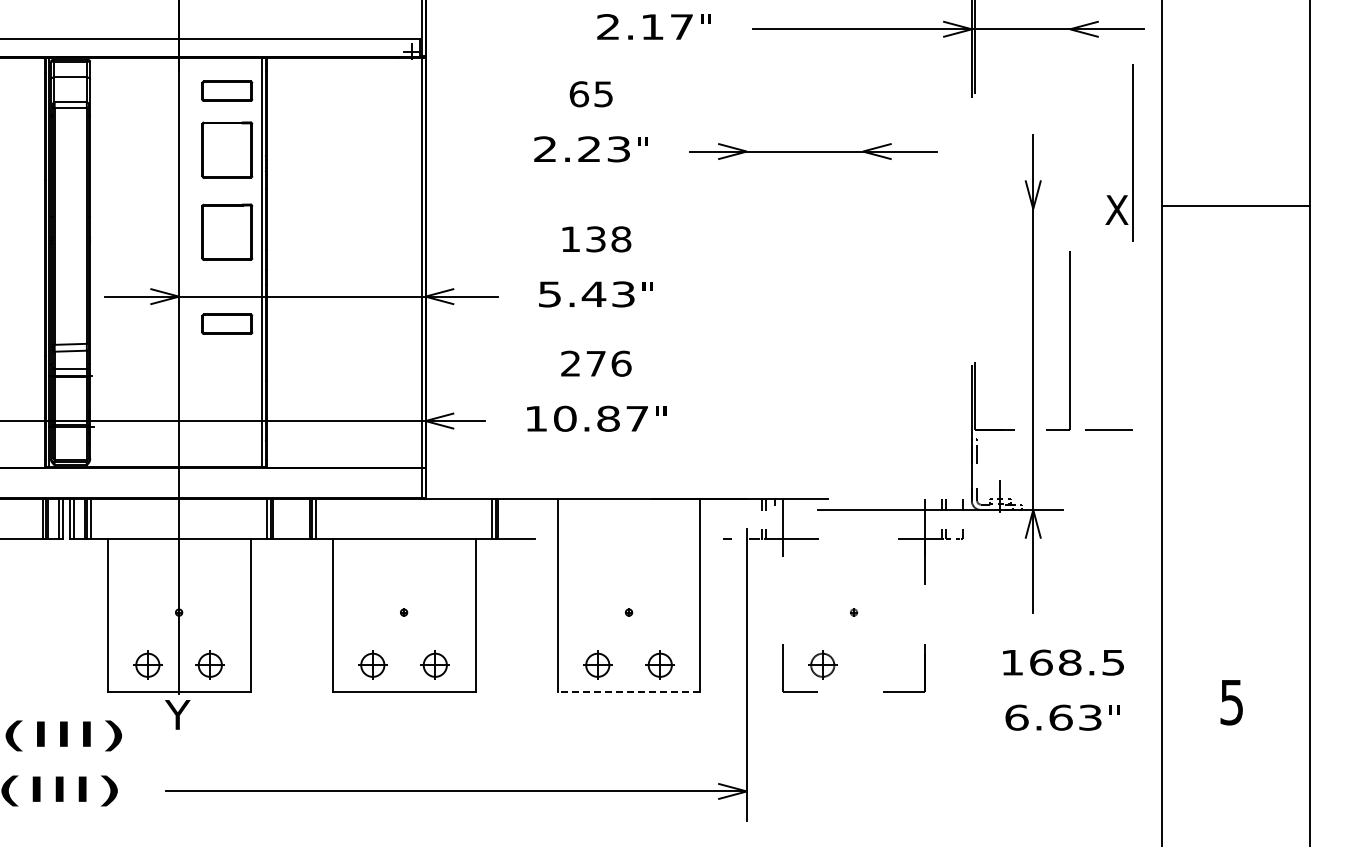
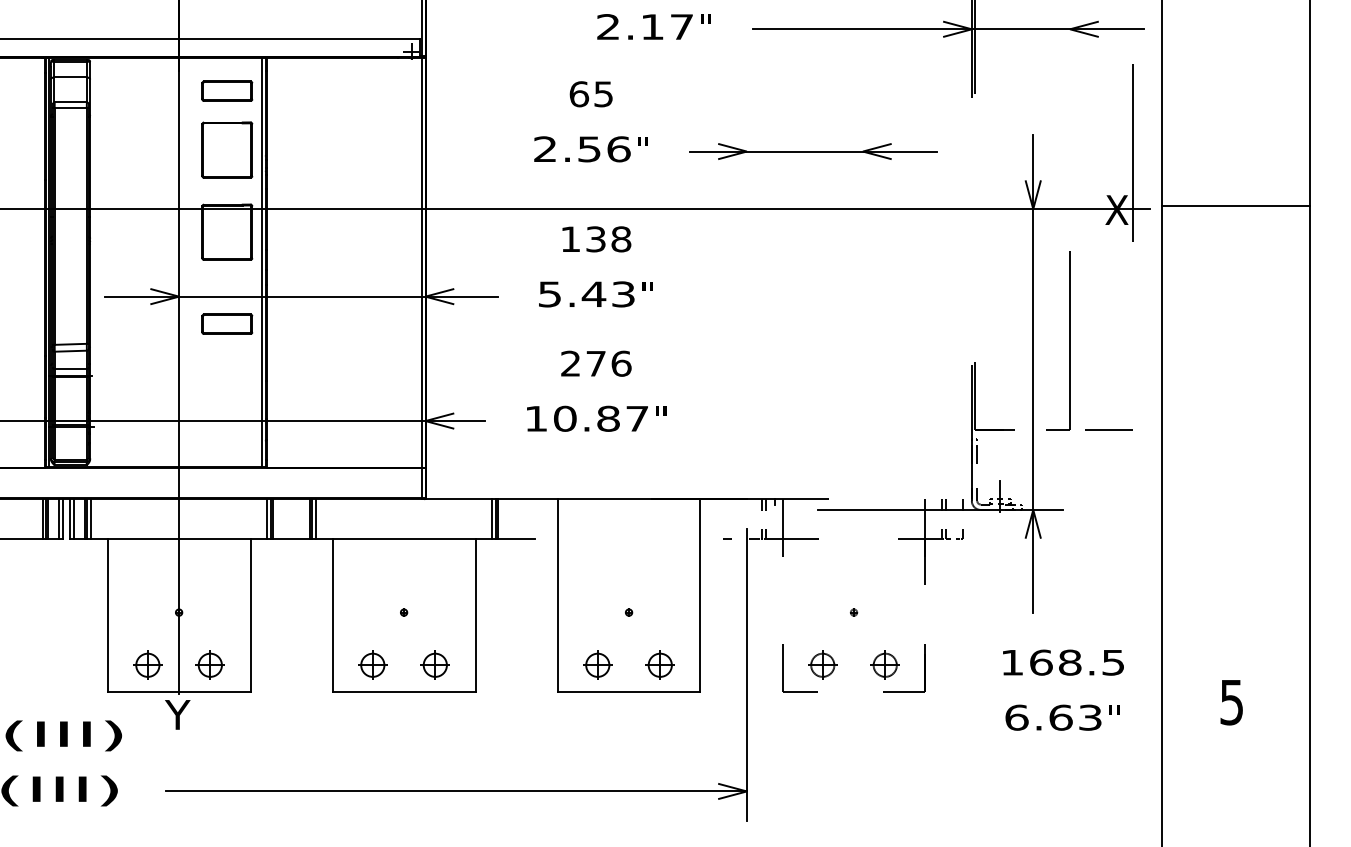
text at (604, 149): 2.23 -> 2.56
line at (576, 209): none -> present
part at (884, 664): none -> present
line at (628, 692): dashed -> solid
